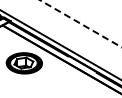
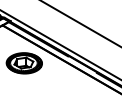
line at (80, 23): dashed -> solid
